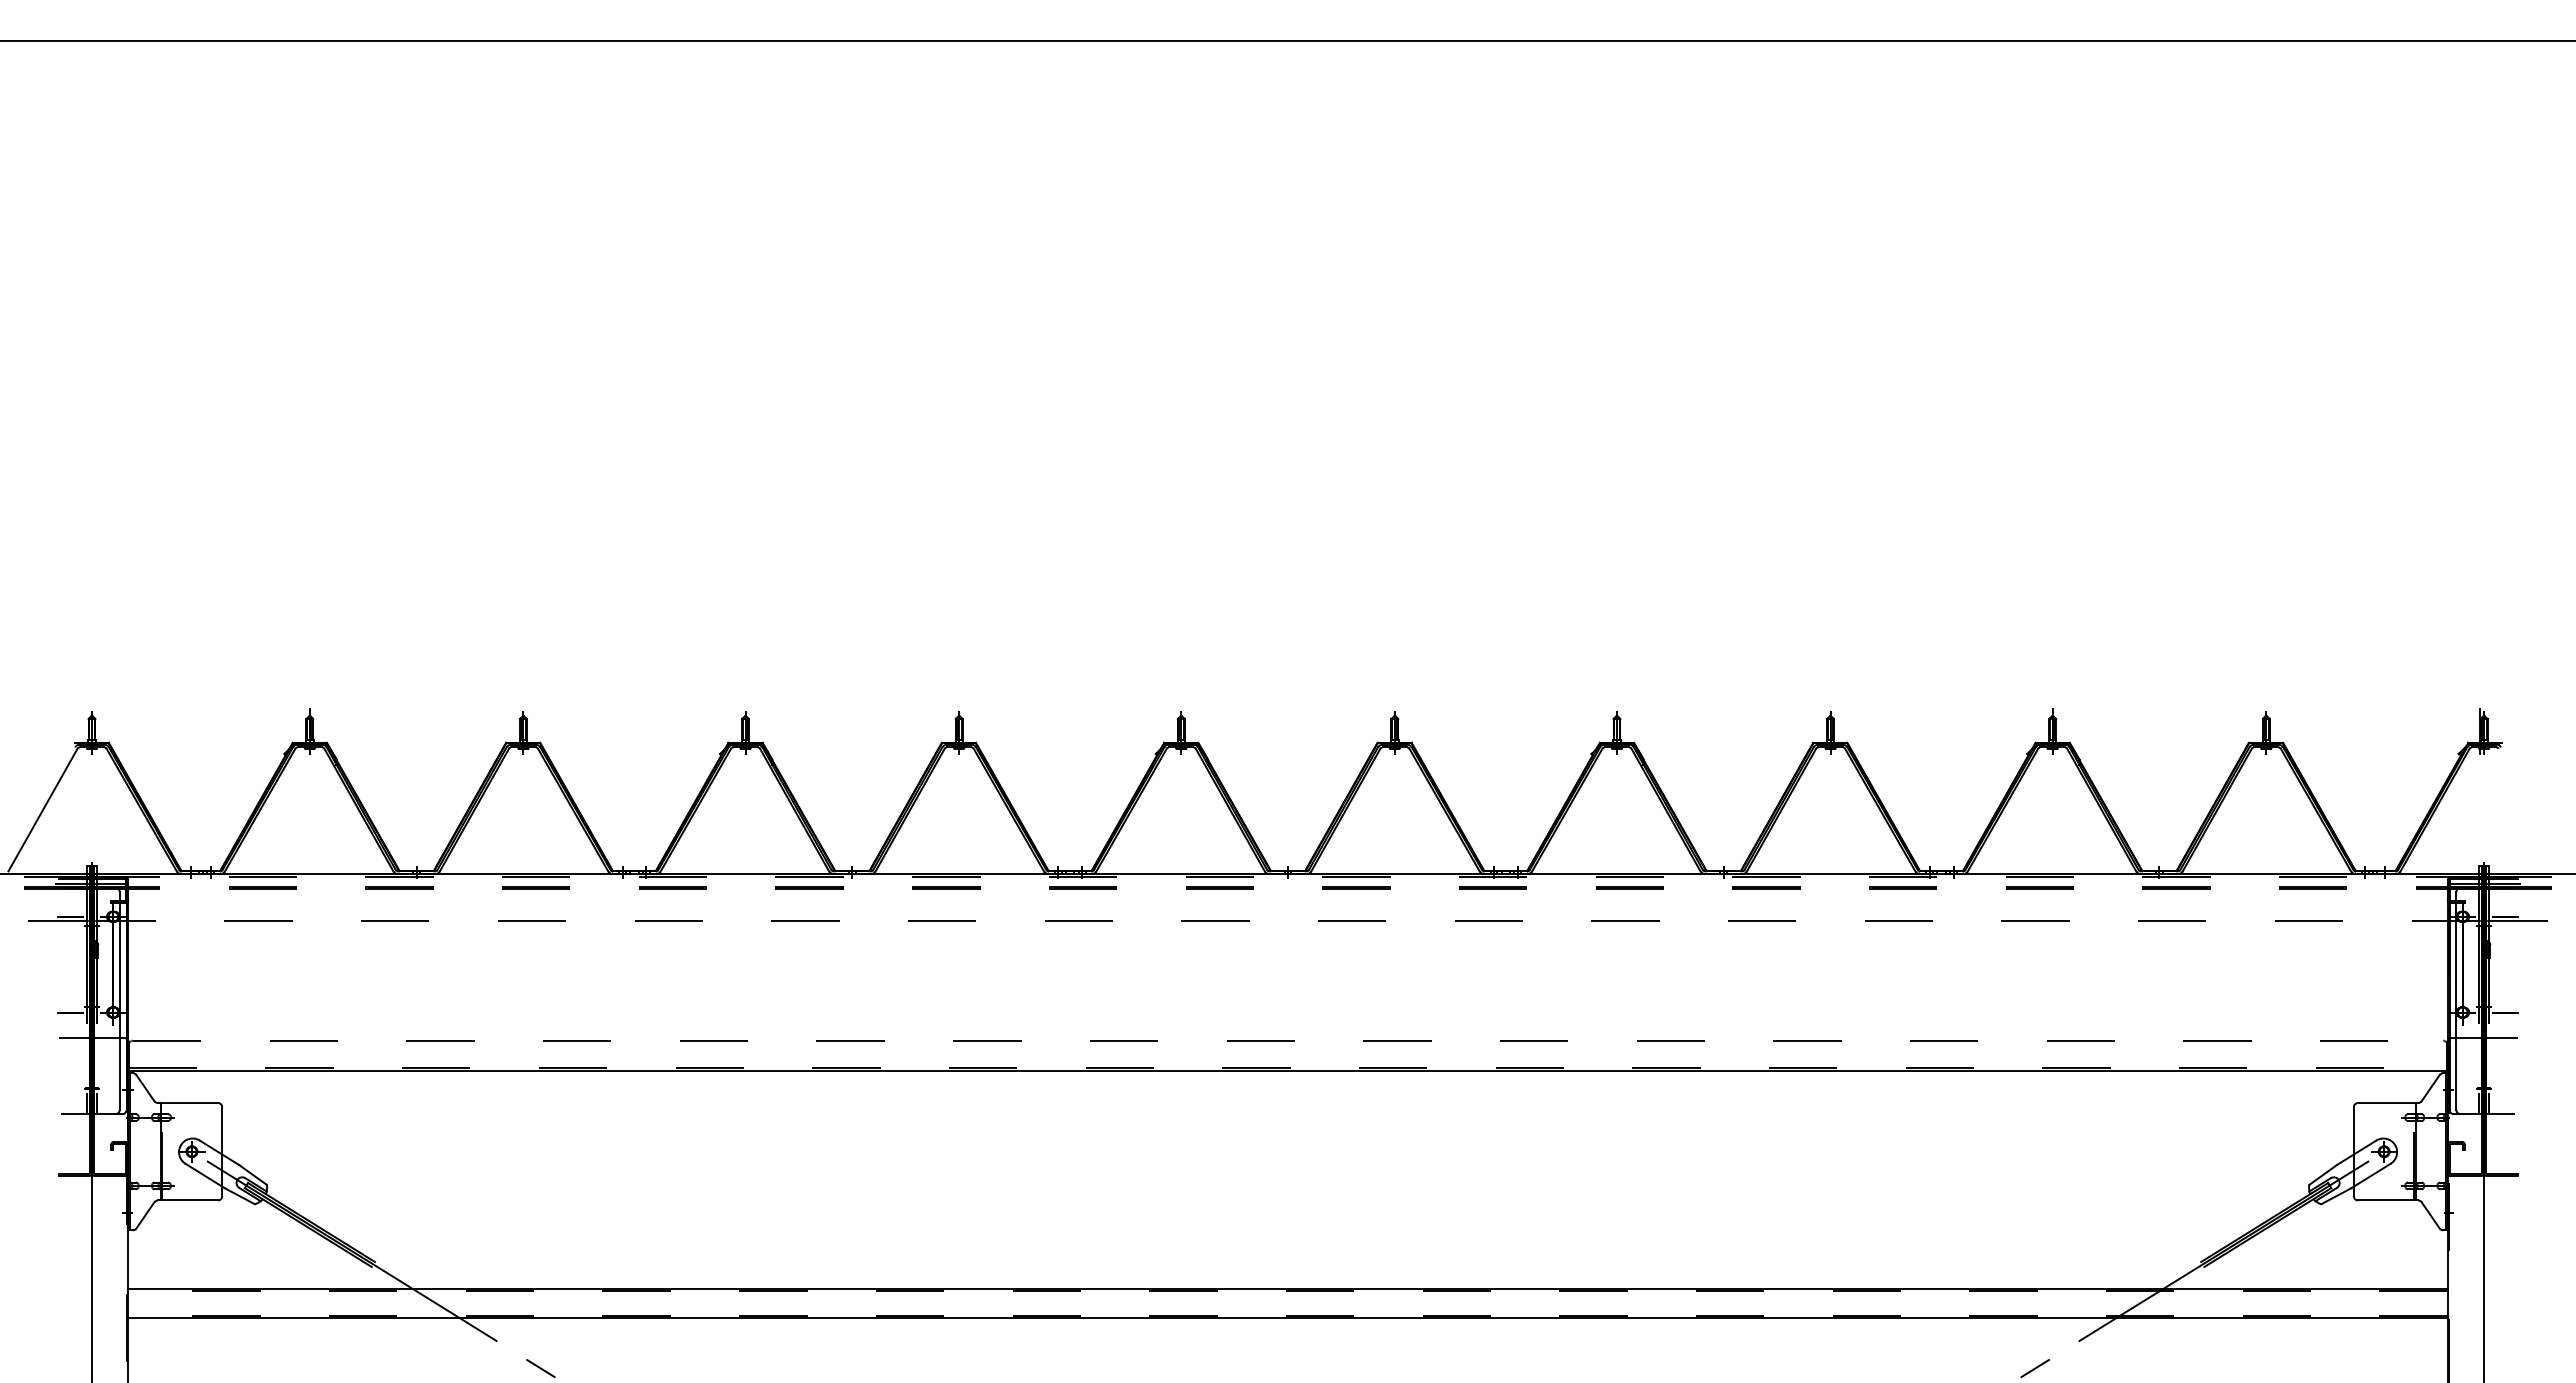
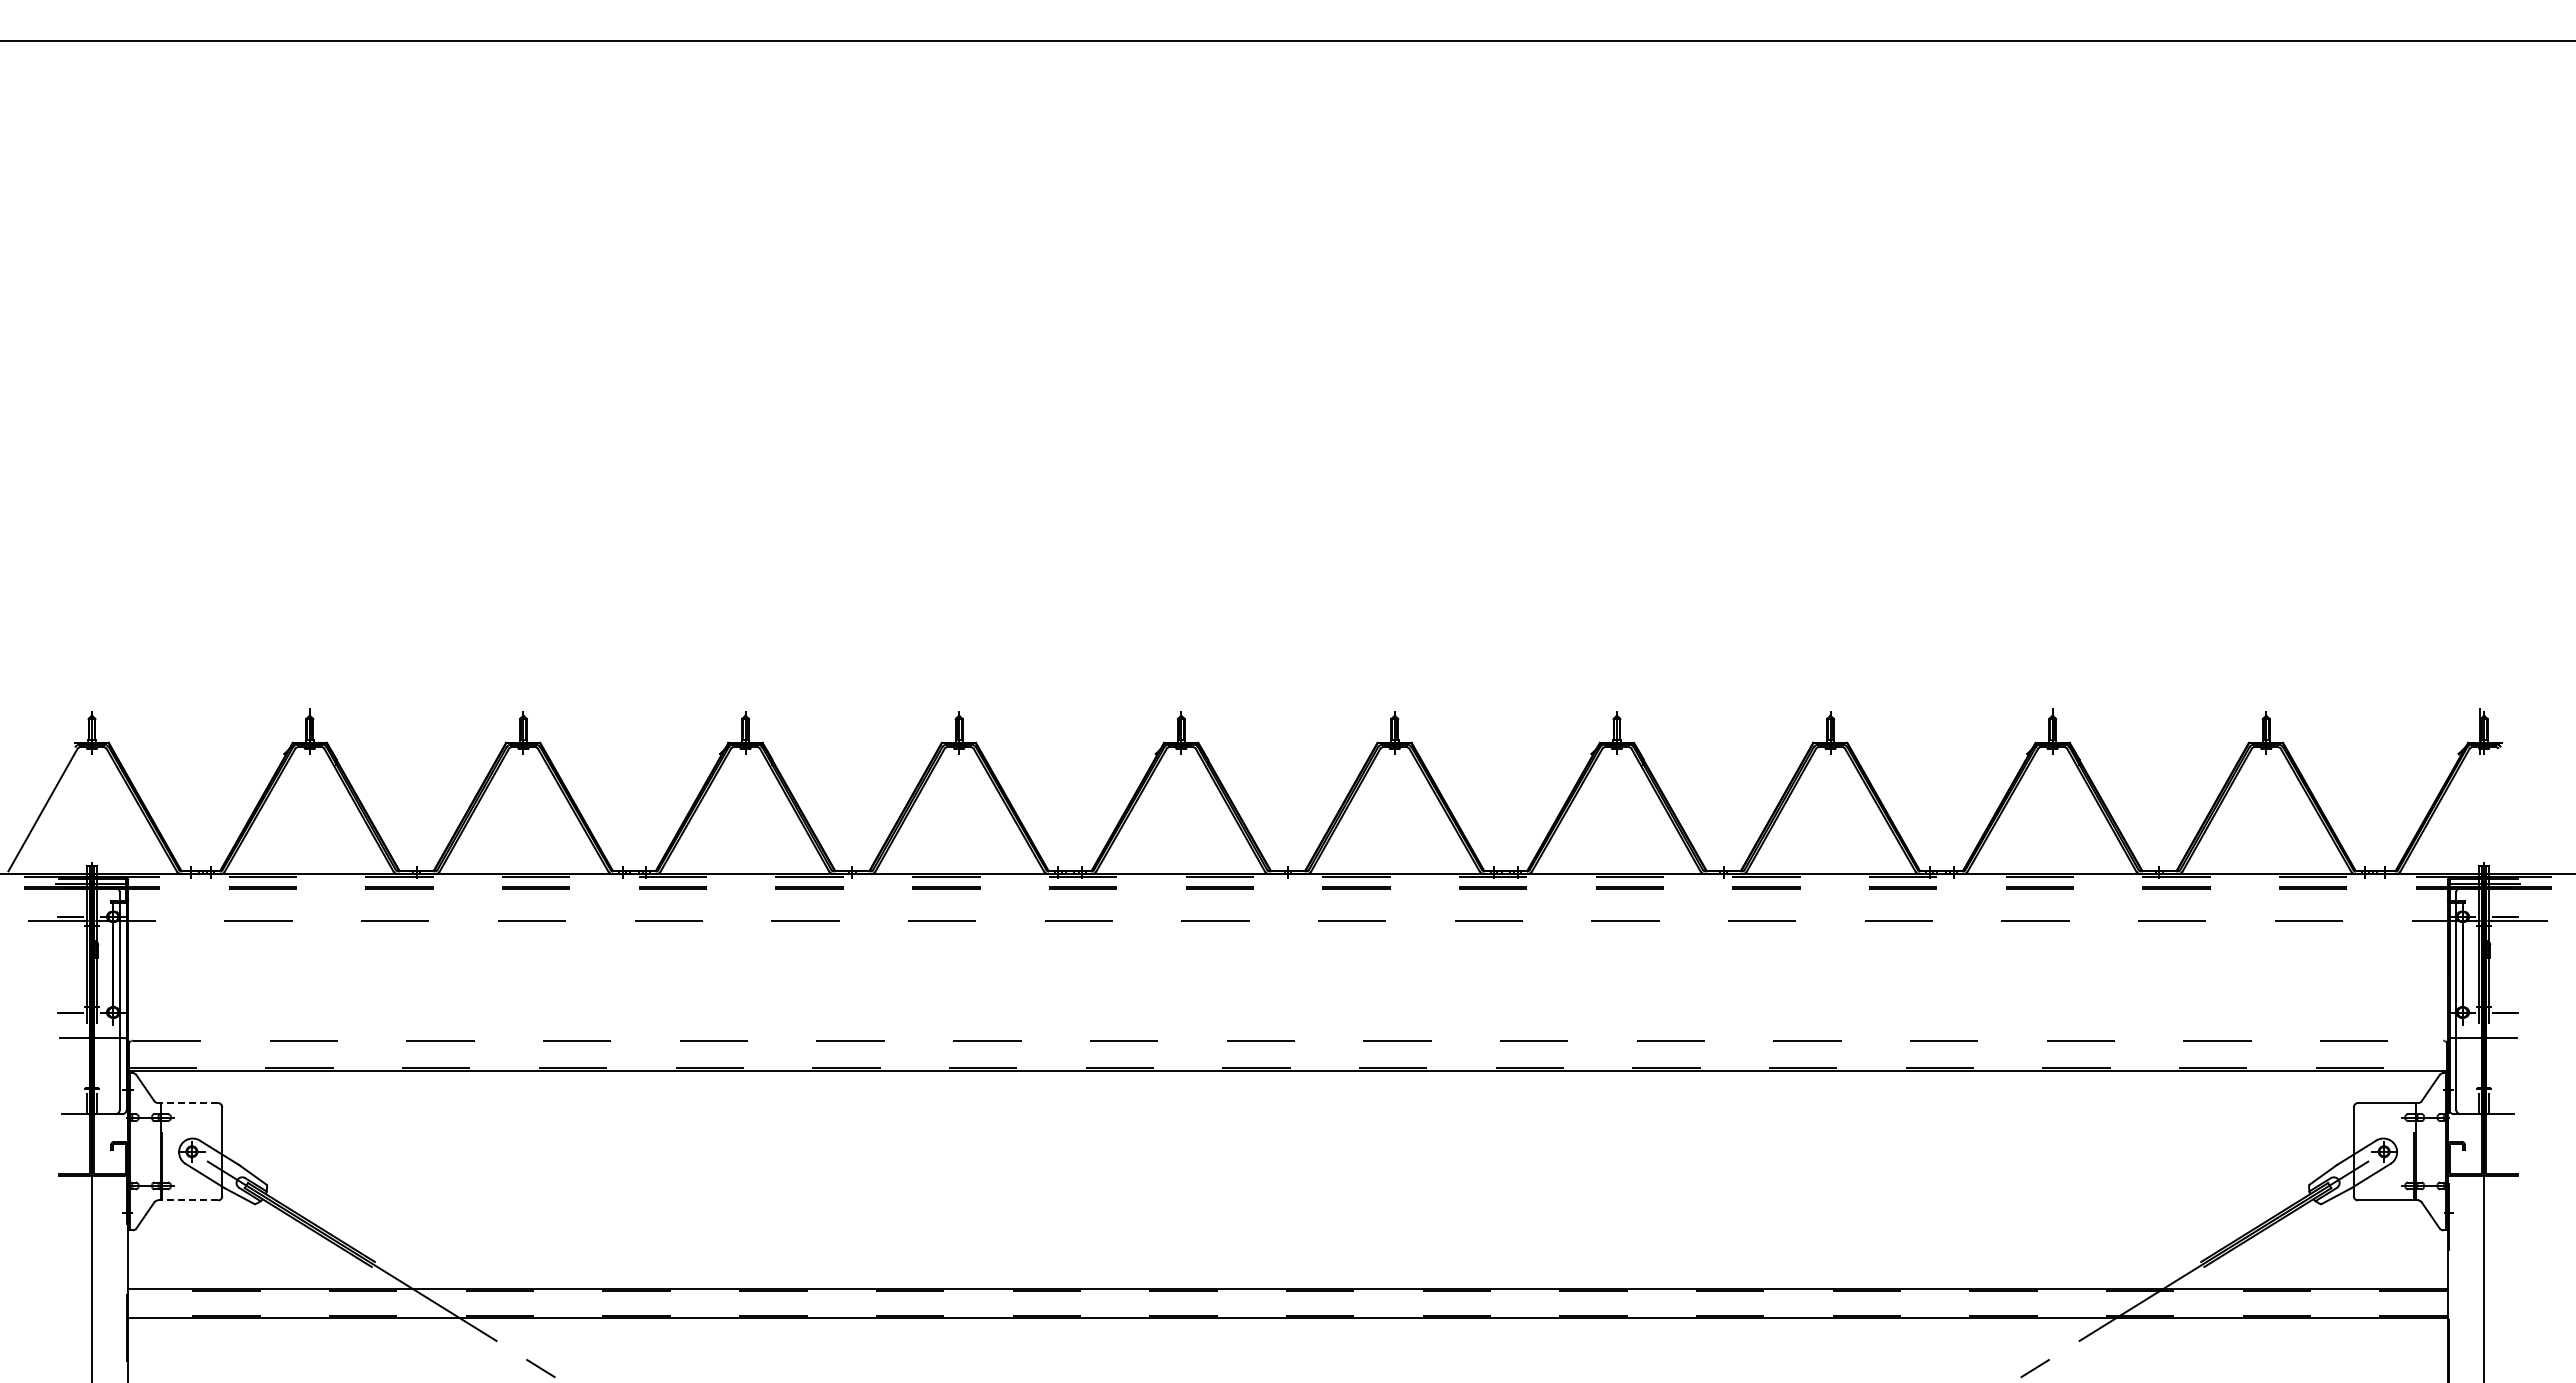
line at (187, 1103): solid -> dashed
line at (187, 1200): solid -> dashed
